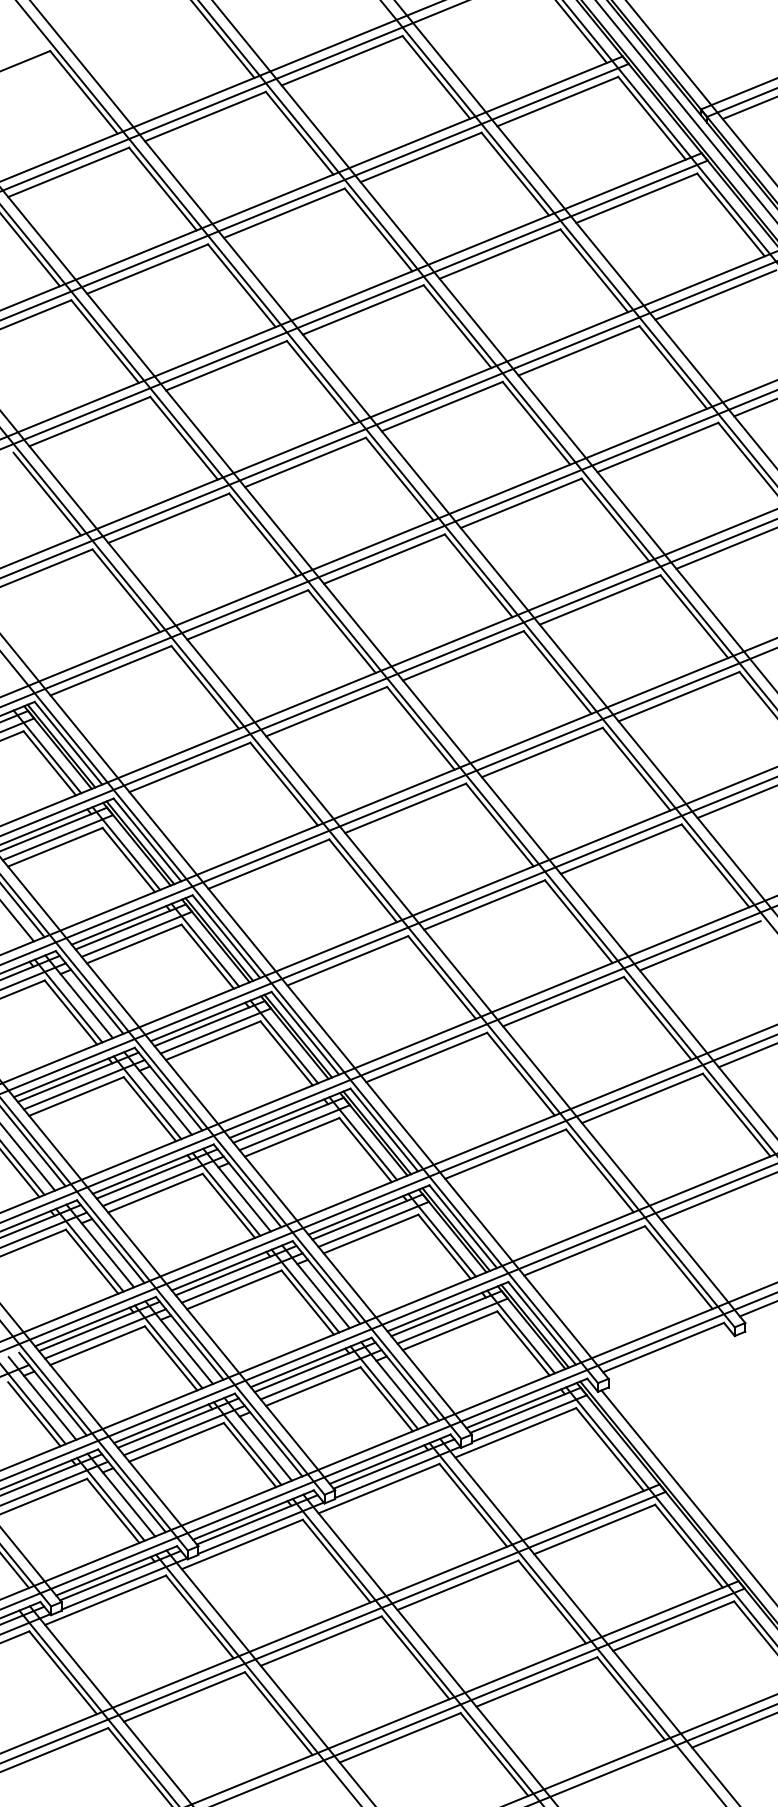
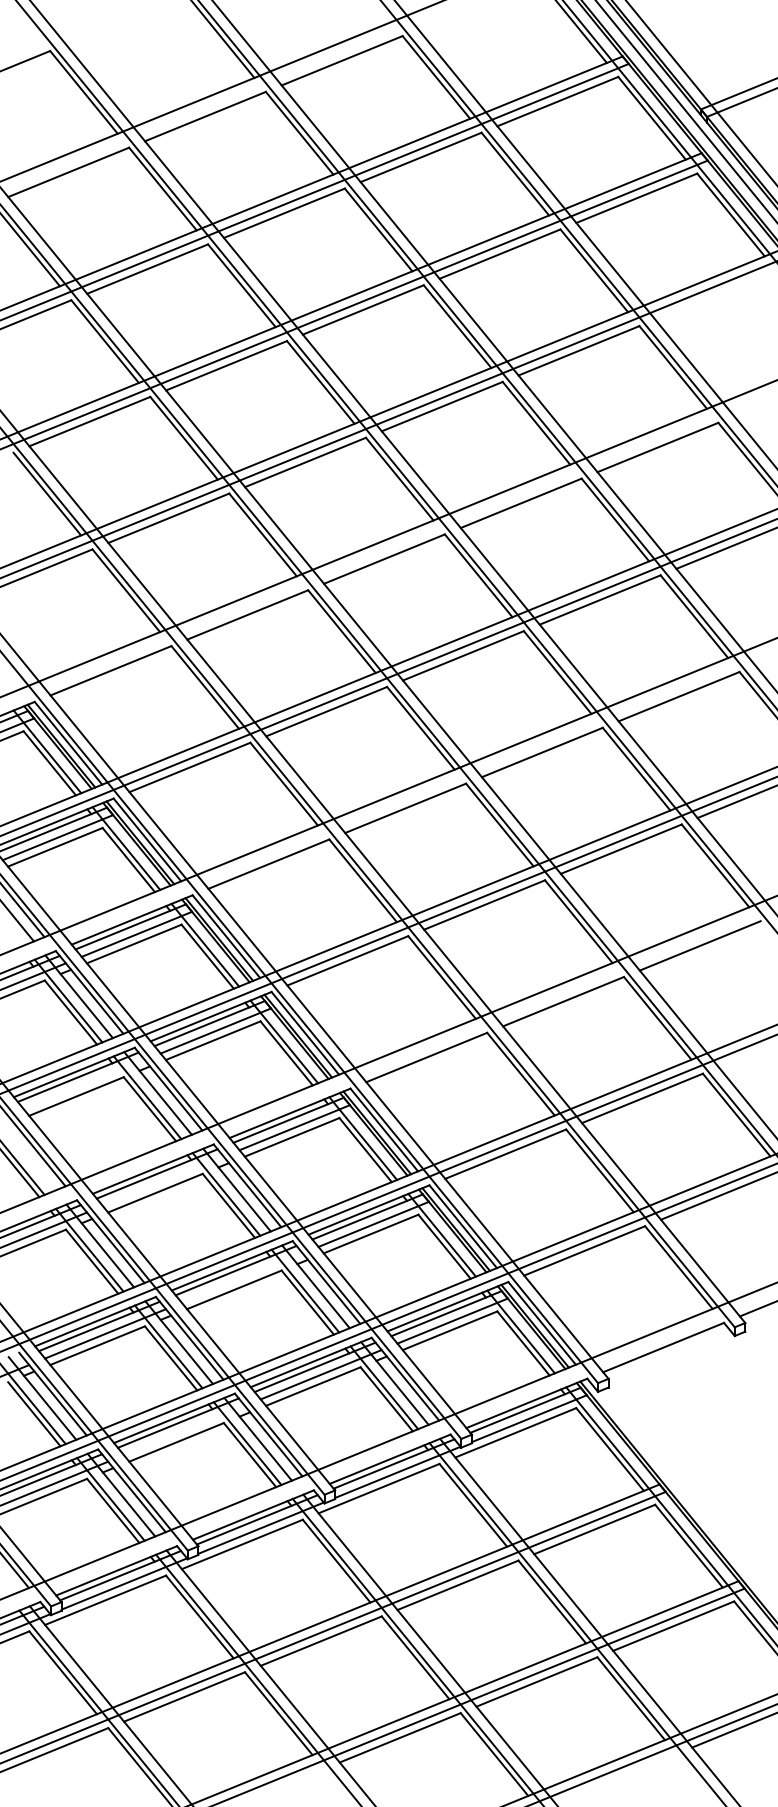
line at (233, 96): present -> none
line at (748, 108): present -> none
line at (714, 295): present -> none
line at (754, 408): present -> none
line at (388, 548): present -> none
line at (388, 806): present -> none
line at (746, 1055): present -> none
line at (388, 1064): present -> none
line at (83, 1084): present -> none
line at (28, 1157): present -> none
line at (162, 1181): present -> none
line at (241, 1277): present -> none
line at (184, 1430): present -> none
line at (388, 1450): present -> none
line at (687, 1496): present -> none
